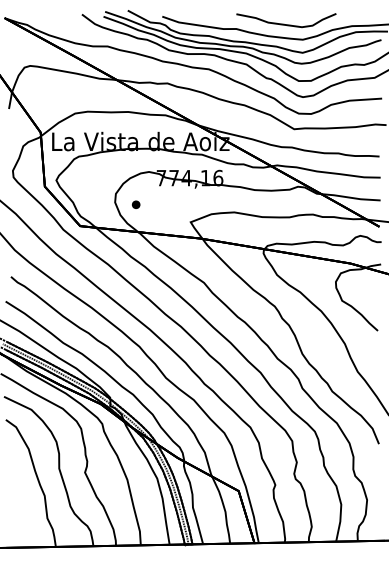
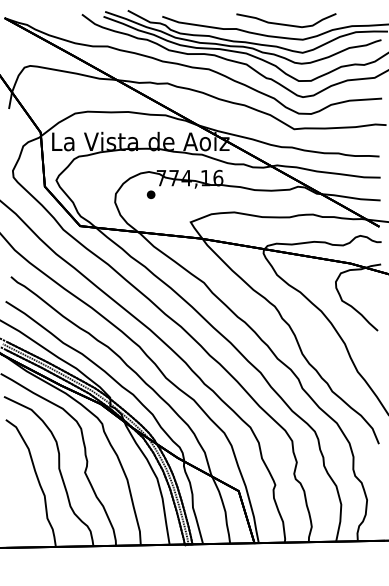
part at (136, 204) position: (136, 204) -> (151, 194)
